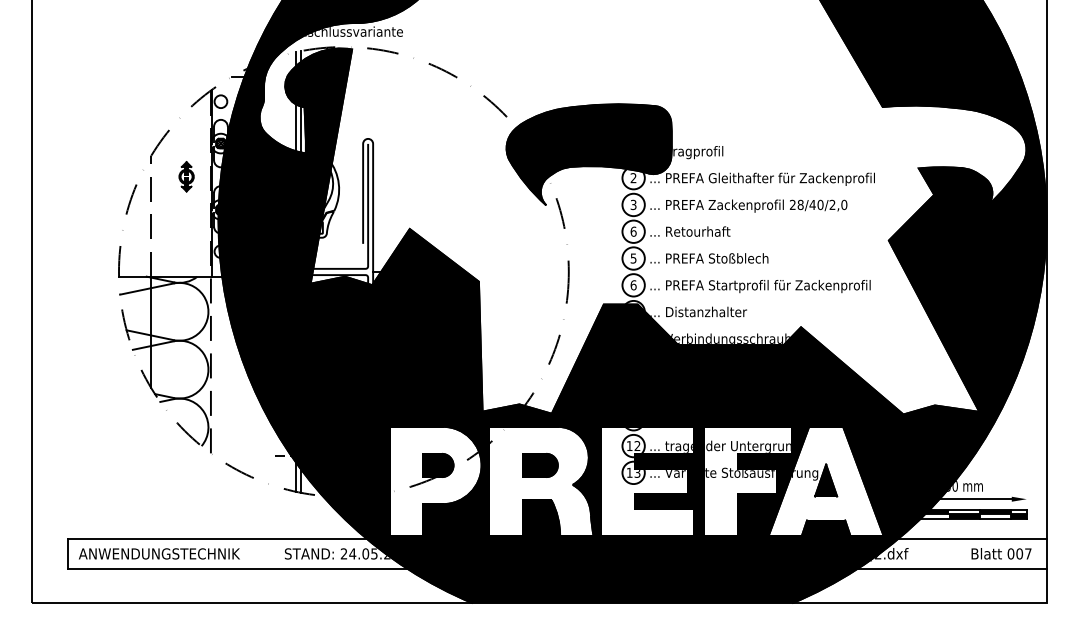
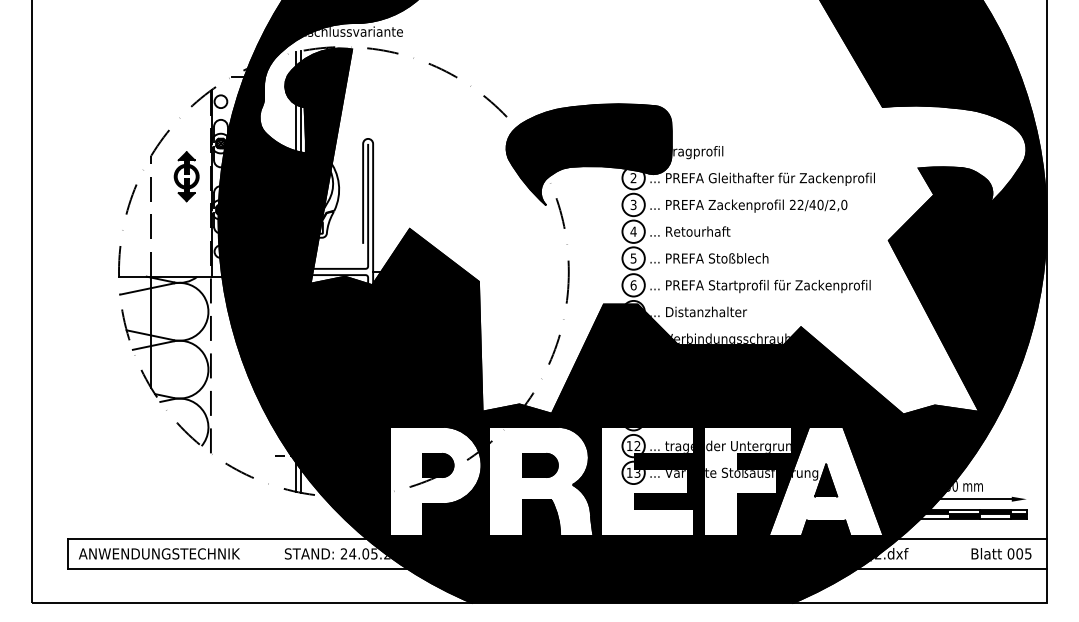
part at (186, 176) size: 17x32 px -> 27x52 px
text at (800, 205): 28/40/2,0 -> 22/40/2,0
text at (633, 231): 6 -> 4
text at (1028, 553): 007 -> 005
